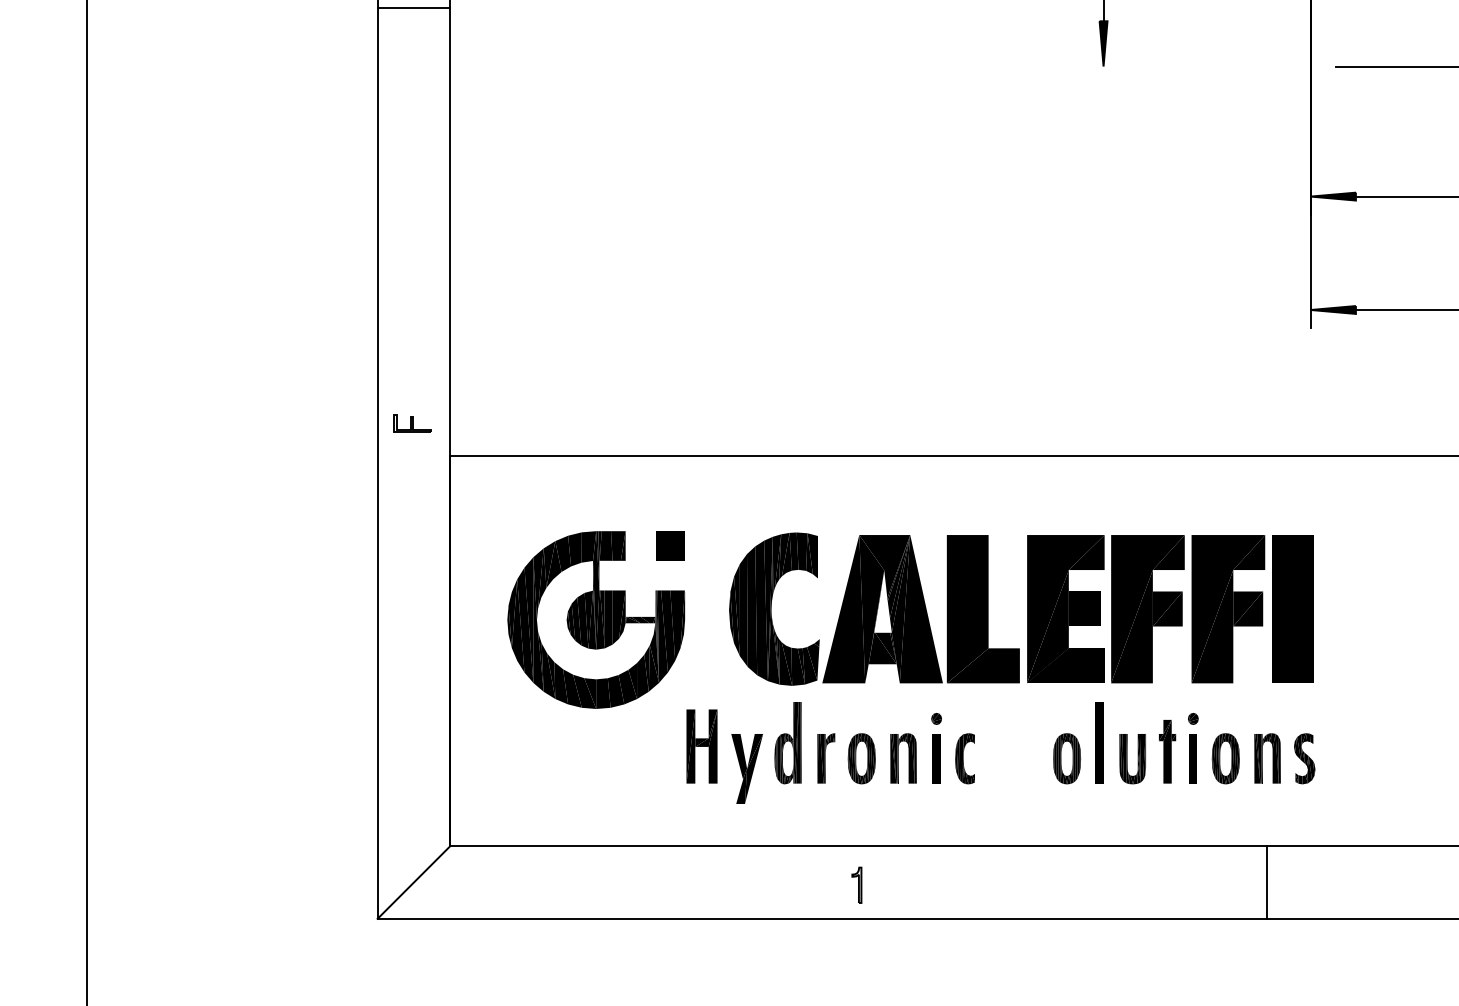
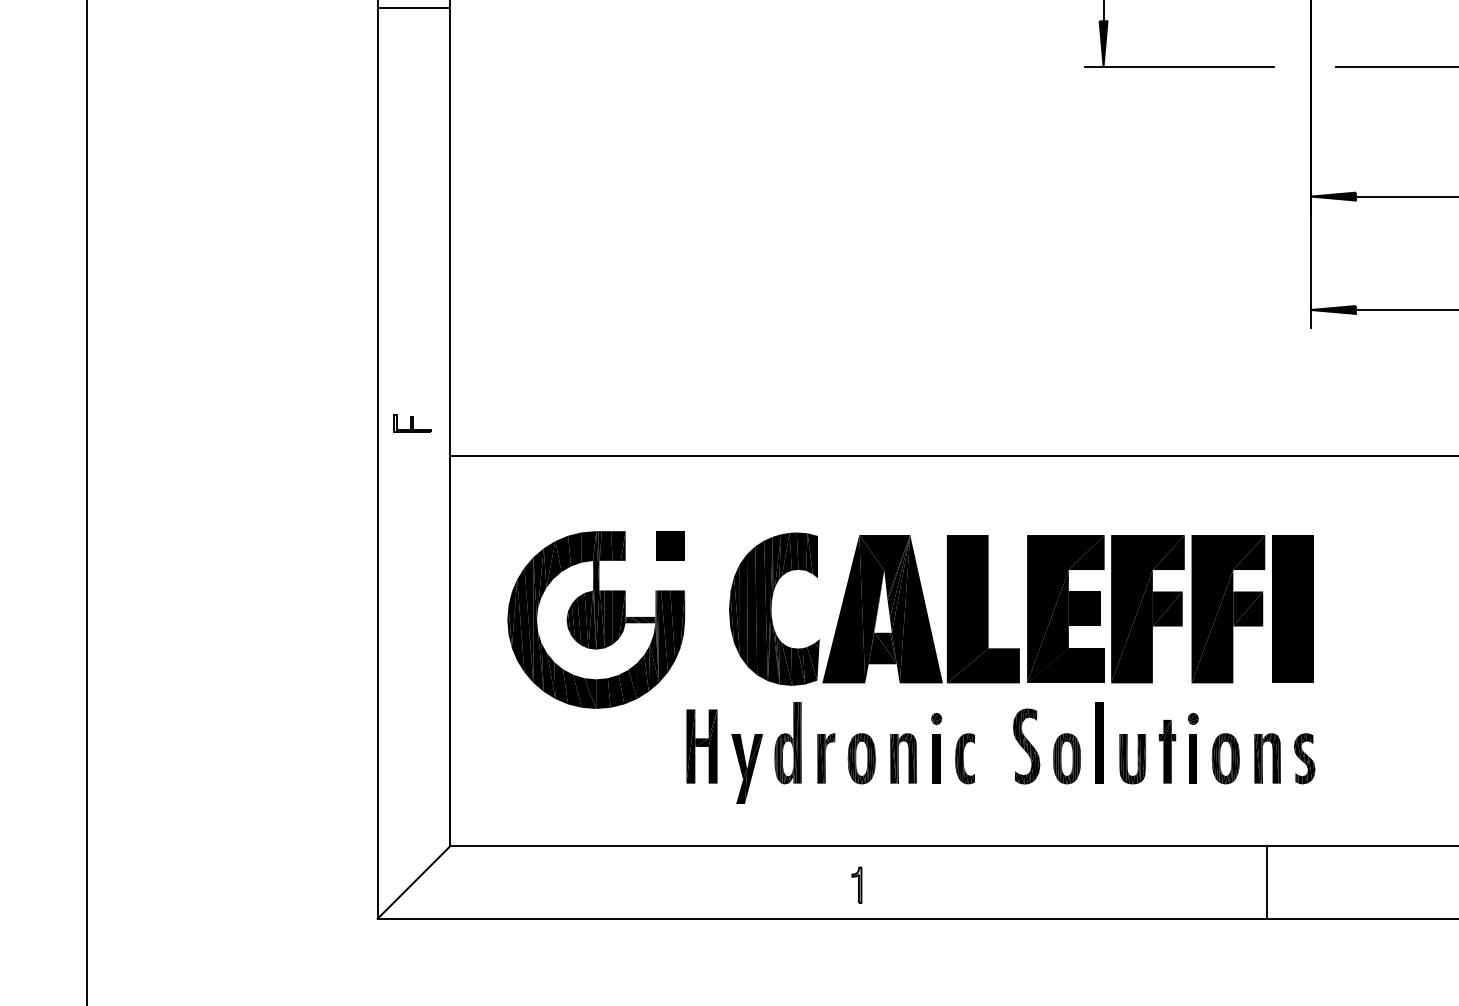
line at (1179, 66): none -> present
part at (1026, 746): none -> present
